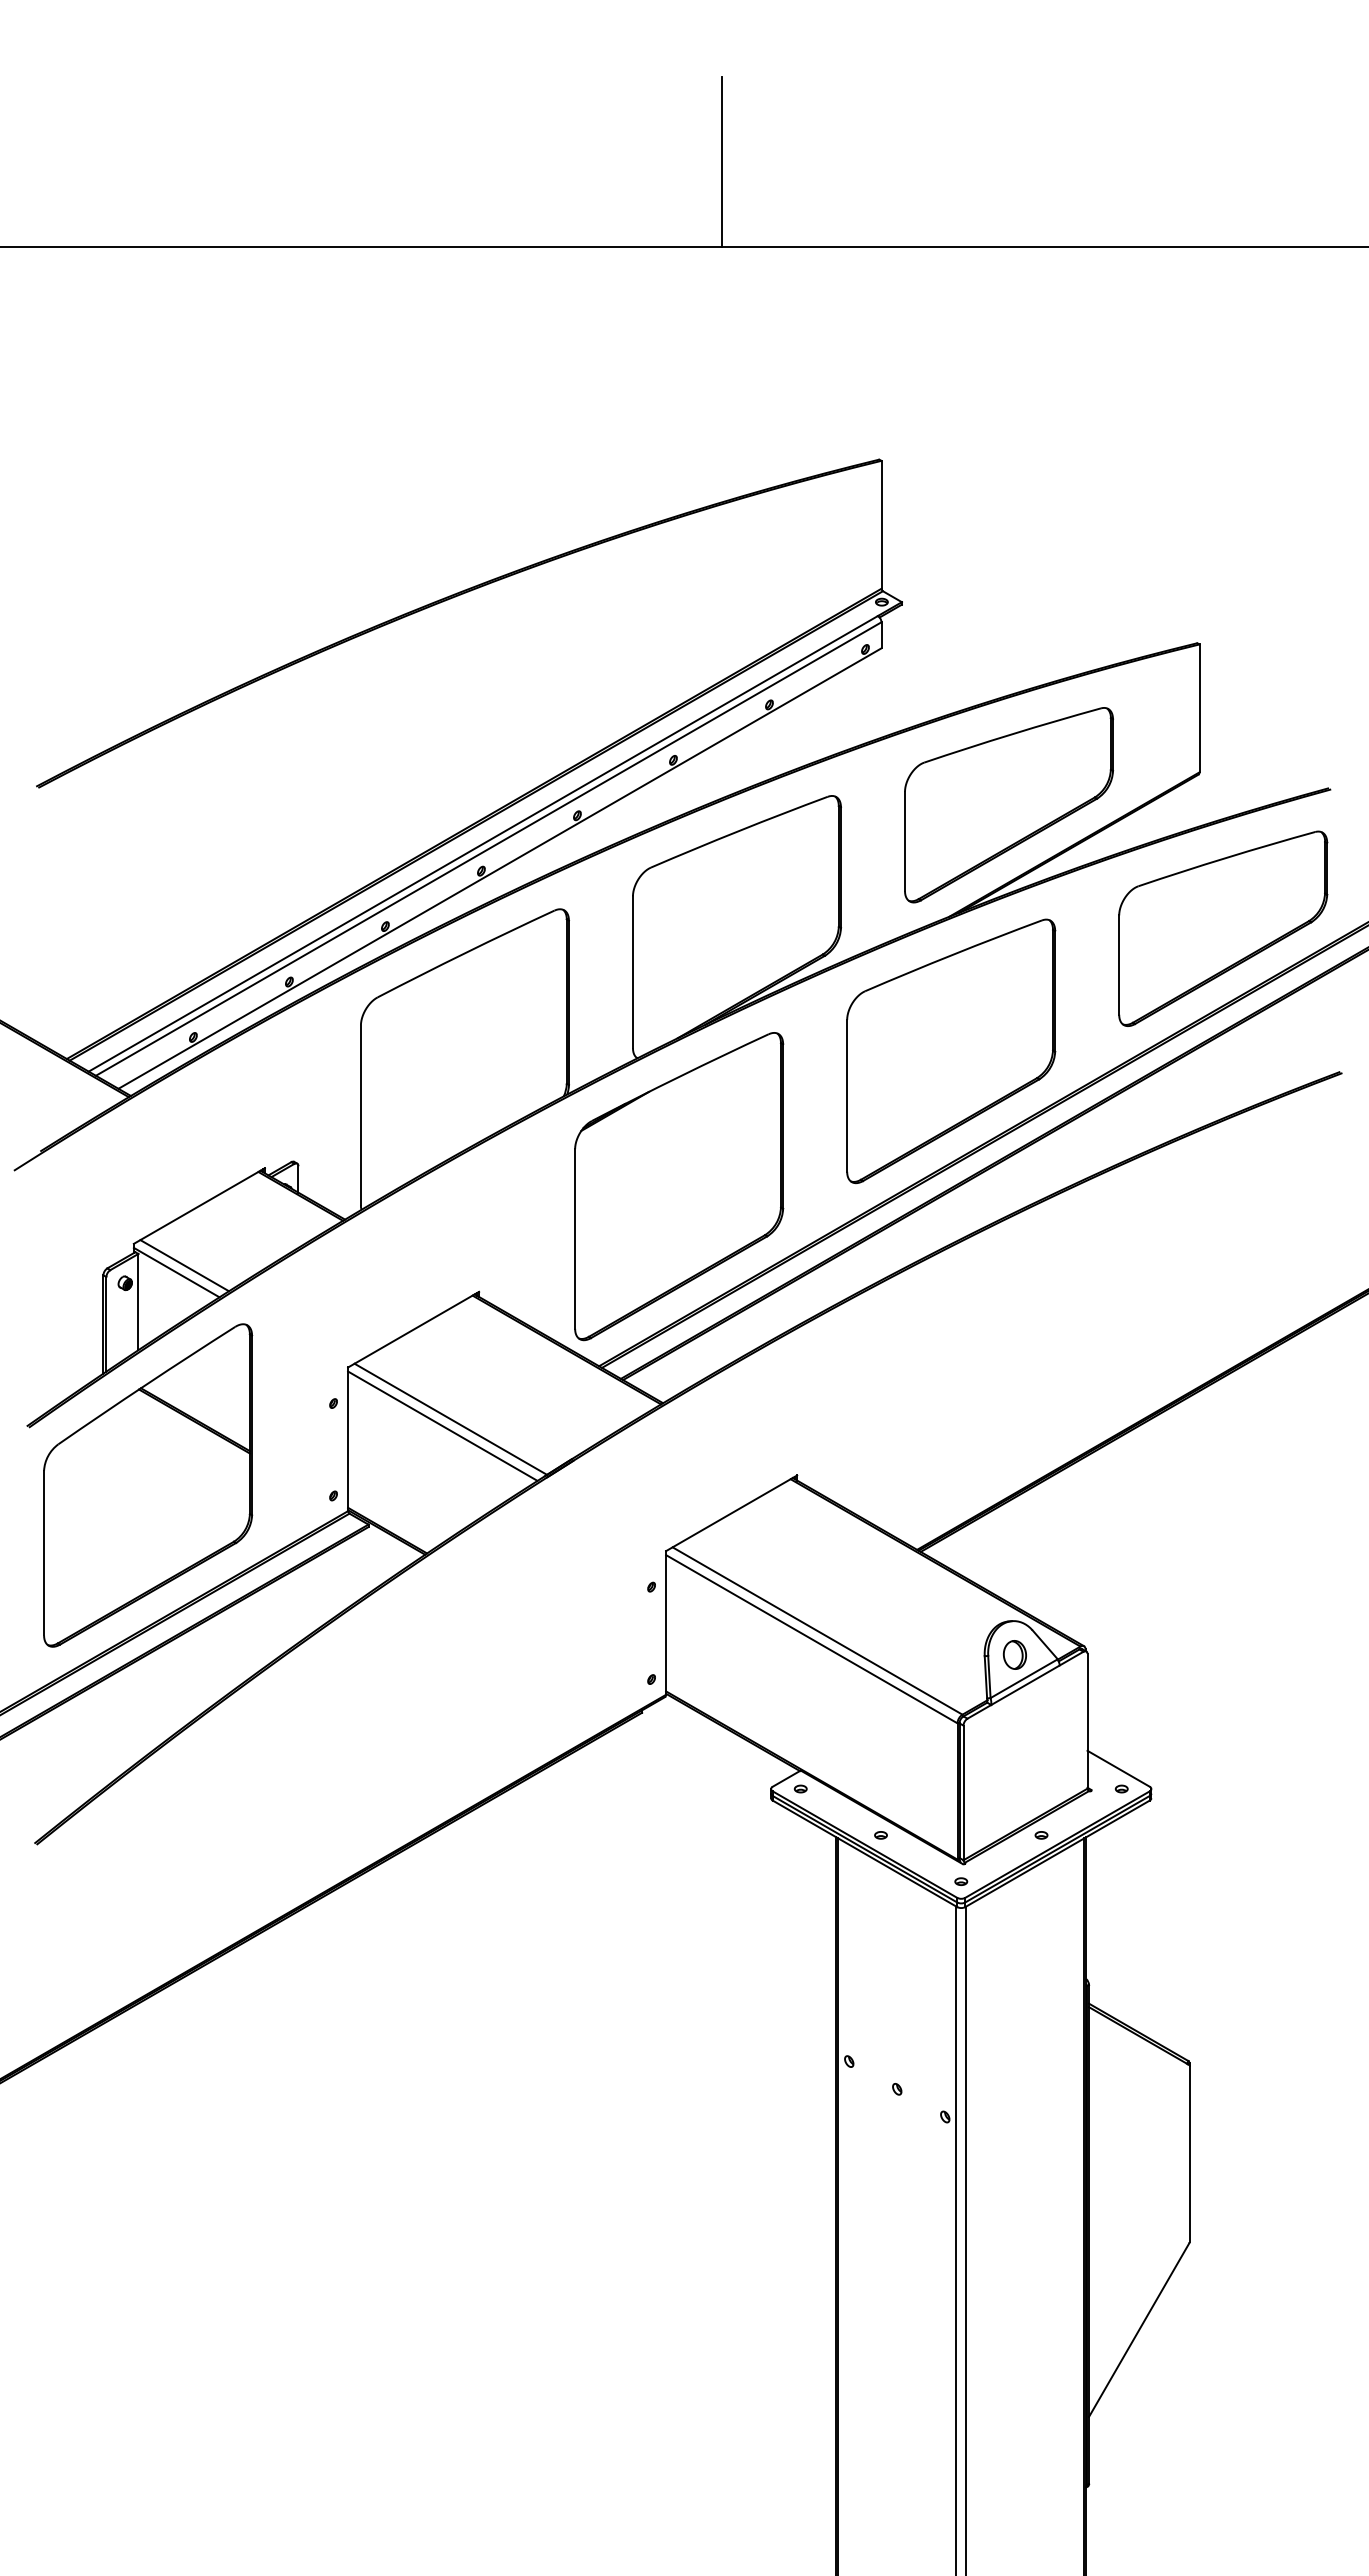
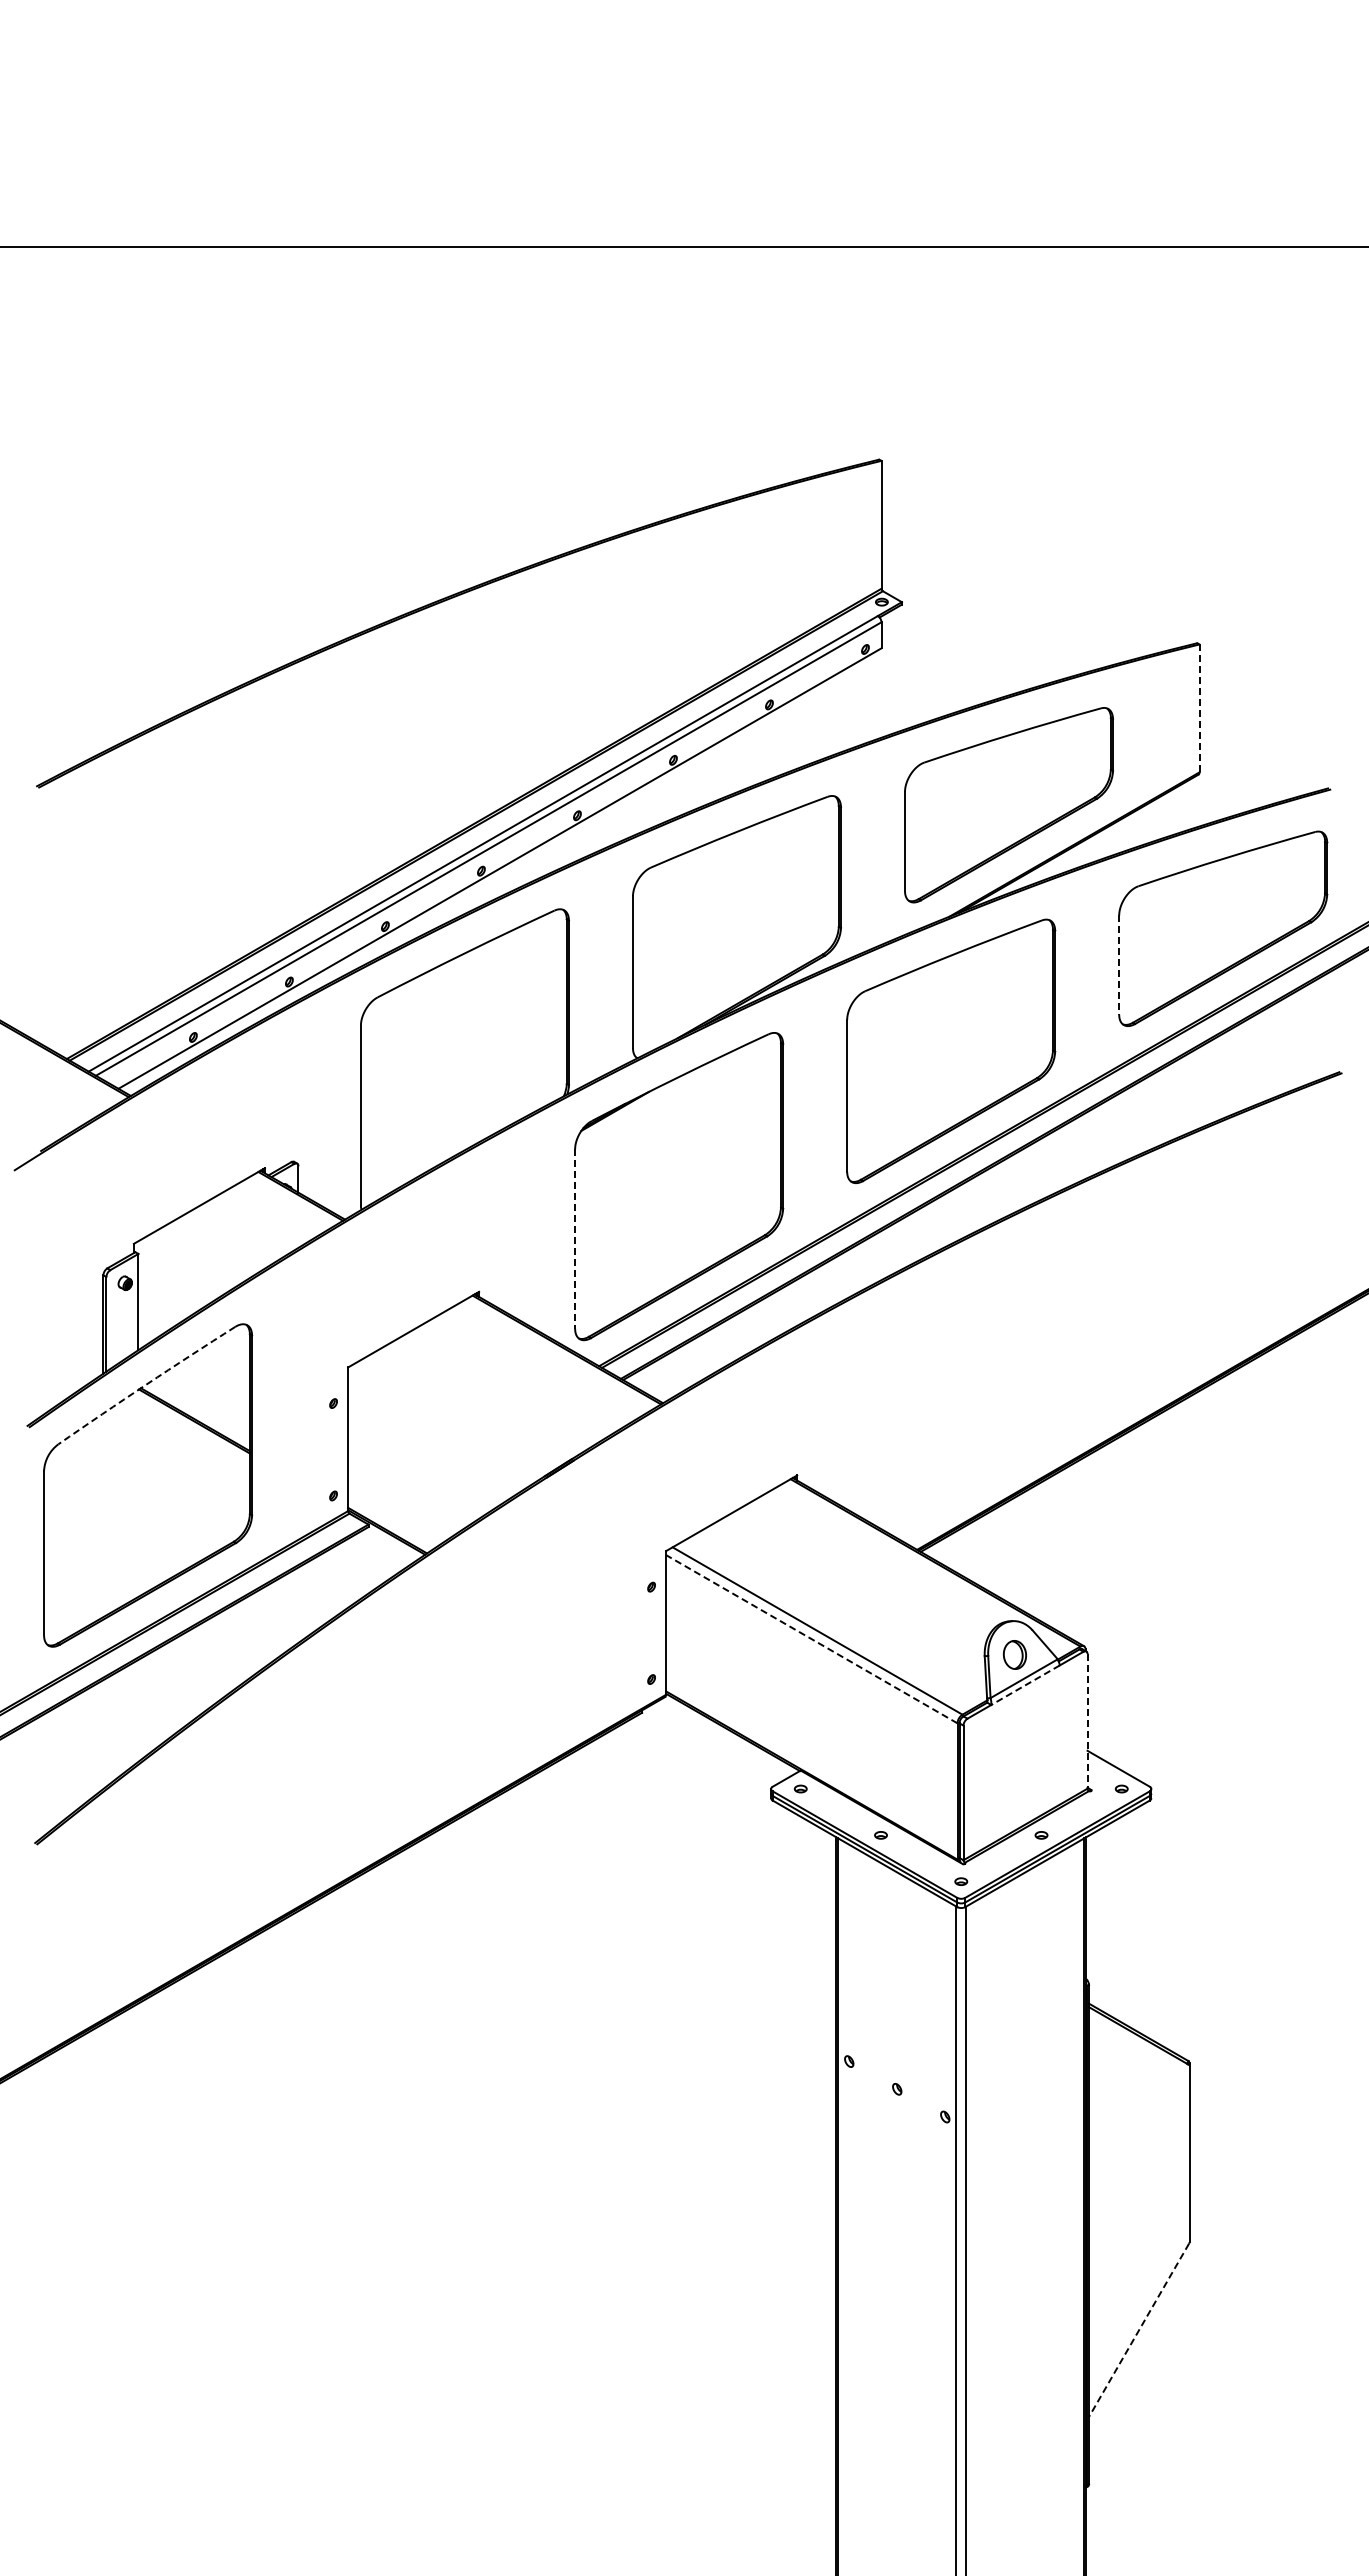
line at (722, 162): present -> none
line at (1199, 708): solid -> dashed
line at (1119, 965): solid -> dashed
line at (575, 1239): solid -> dashed
line at (184, 1265): present -> none
line at (176, 1272): present -> none
arc at (146, 1384): solid -> dashed
line at (450, 1418): present -> none
line at (442, 1425): present -> none
line at (811, 1638): solid -> dashed
line at (1025, 1685): solid -> dashed
line at (1087, 1721): solid -> dashed
line at (1138, 2330): solid -> dashed
